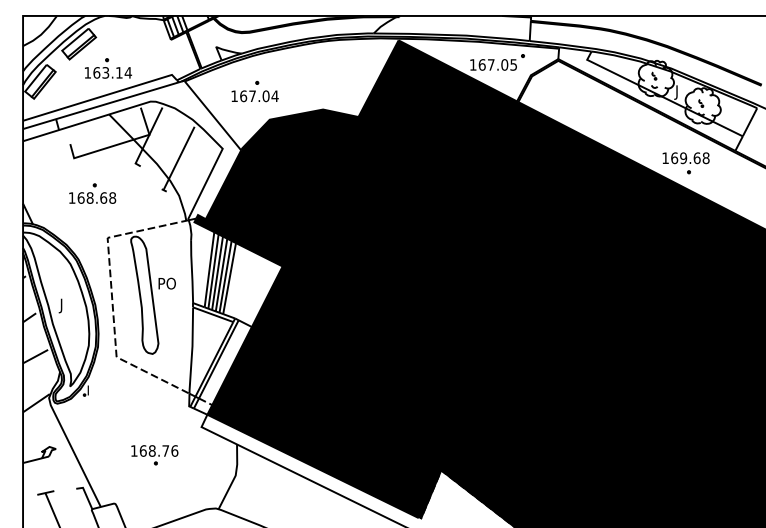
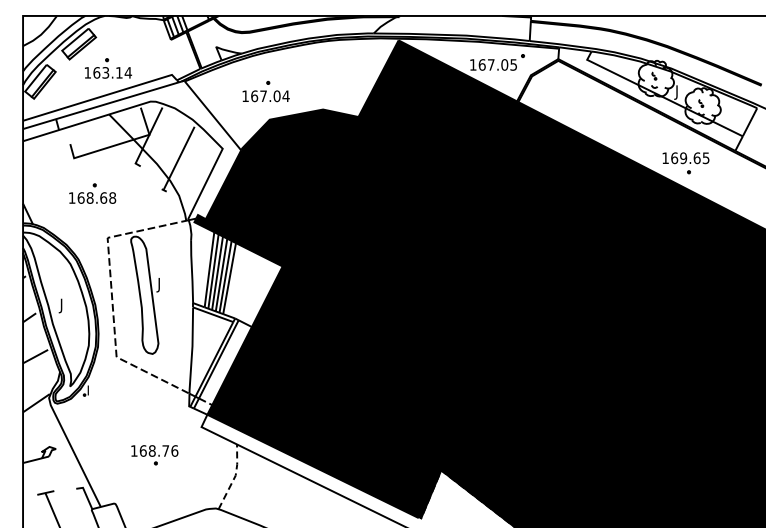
part at (254, 91) position: (254, 91) -> (265, 91)
text at (705, 158): 169.68 -> 169.65
text at (165, 284): PO -> J
line at (235, 476): solid -> dashed
